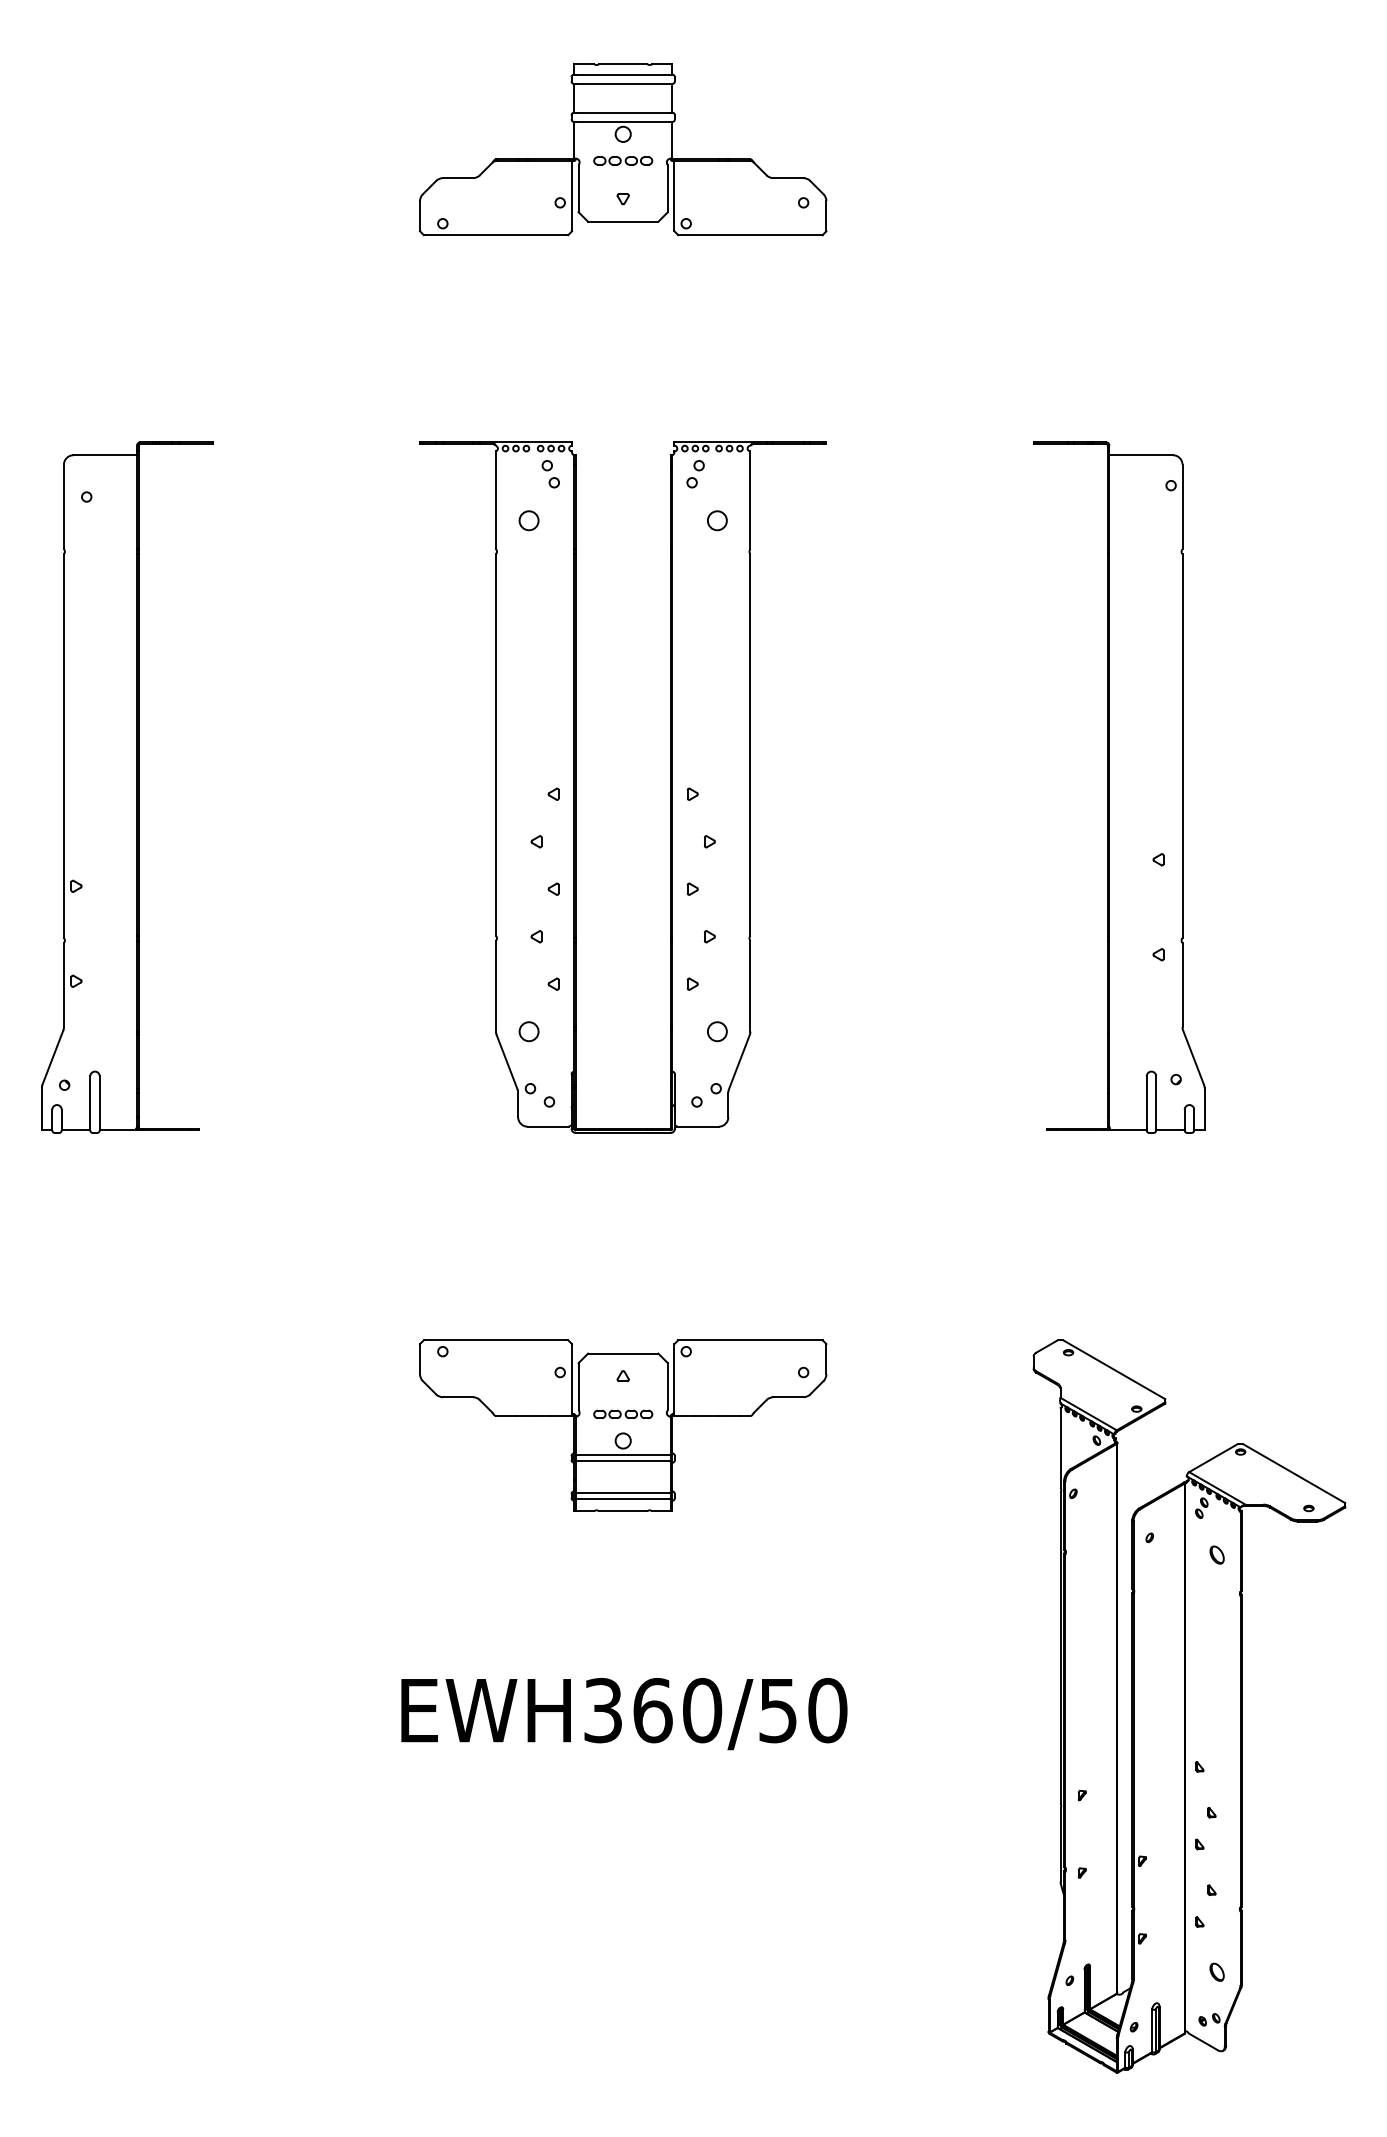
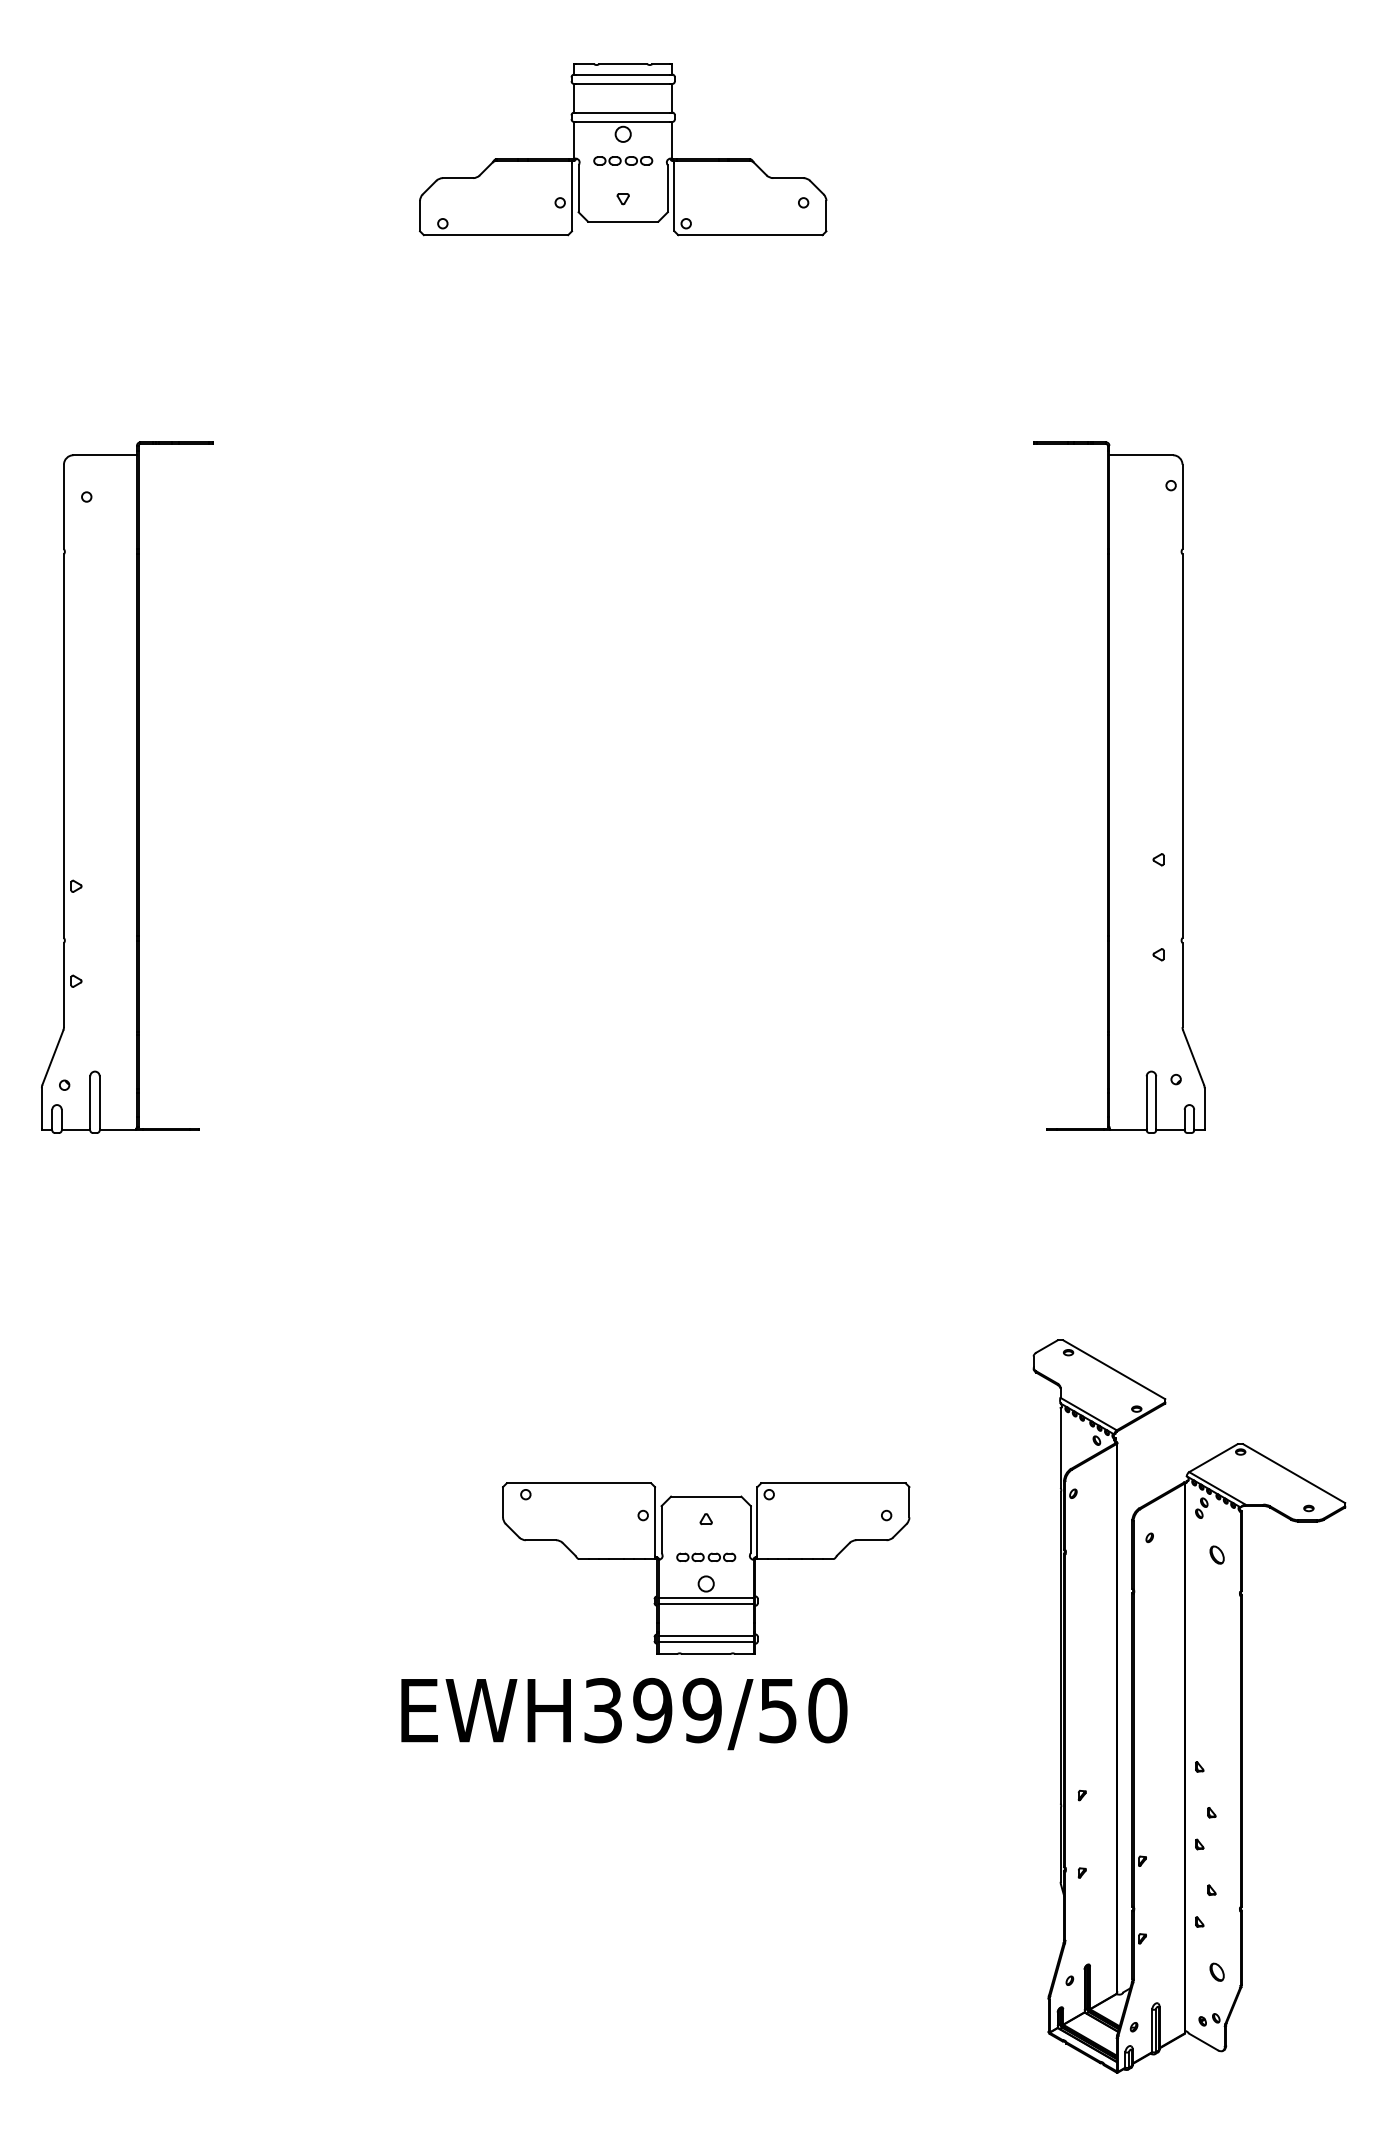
part at (576, 787): present -> none
part at (623, 1425) position: (623, 1425) -> (706, 1568)
text at (677, 1710): EWH360/50 -> EWH399/50
